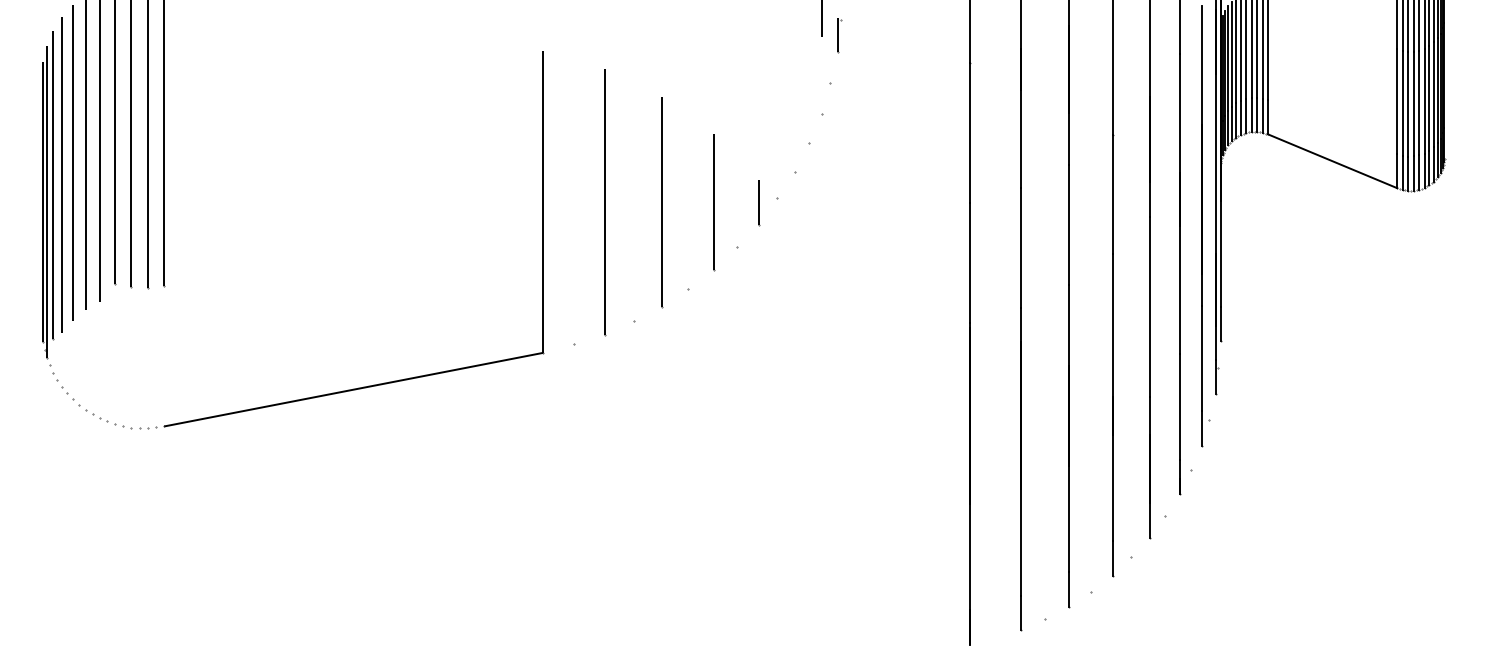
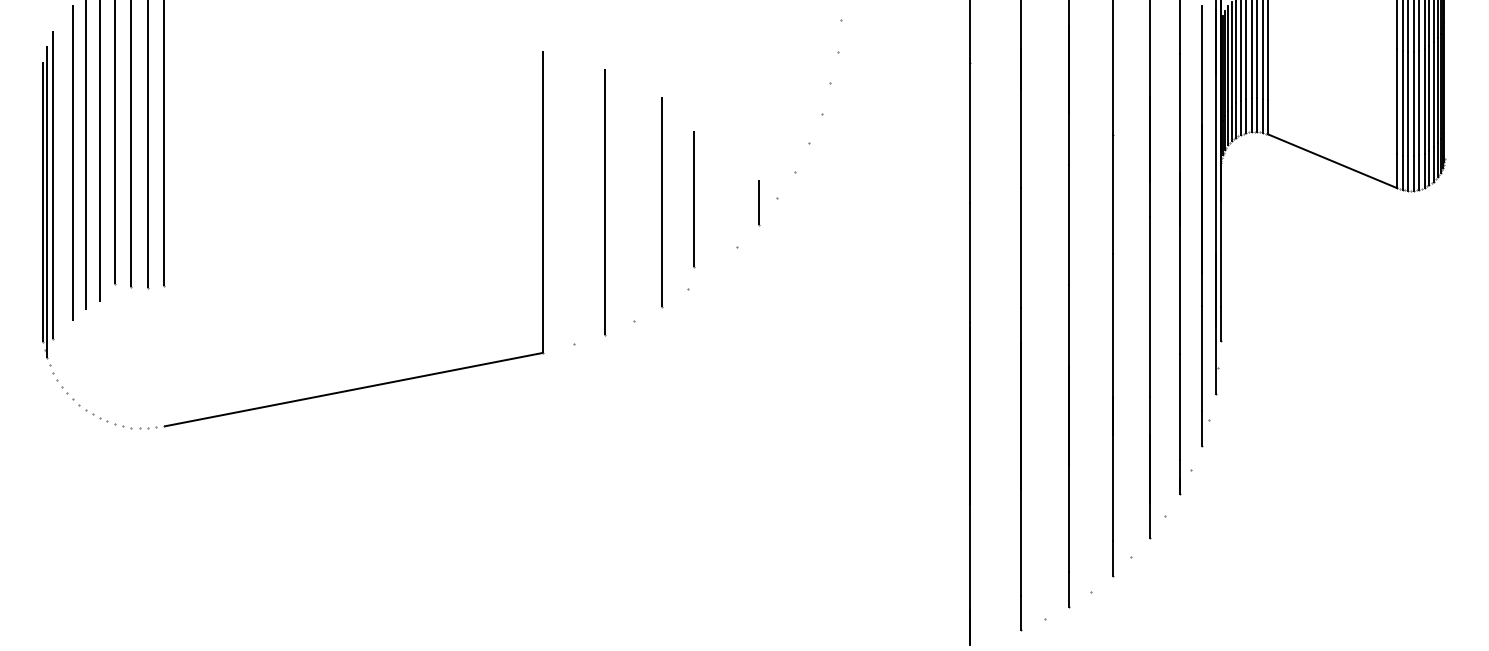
line at (821, 19): present -> none
line at (838, 34): present -> none
line at (61, 174): present -> none
line at (714, 202) position: (714, 202) -> (694, 199)
